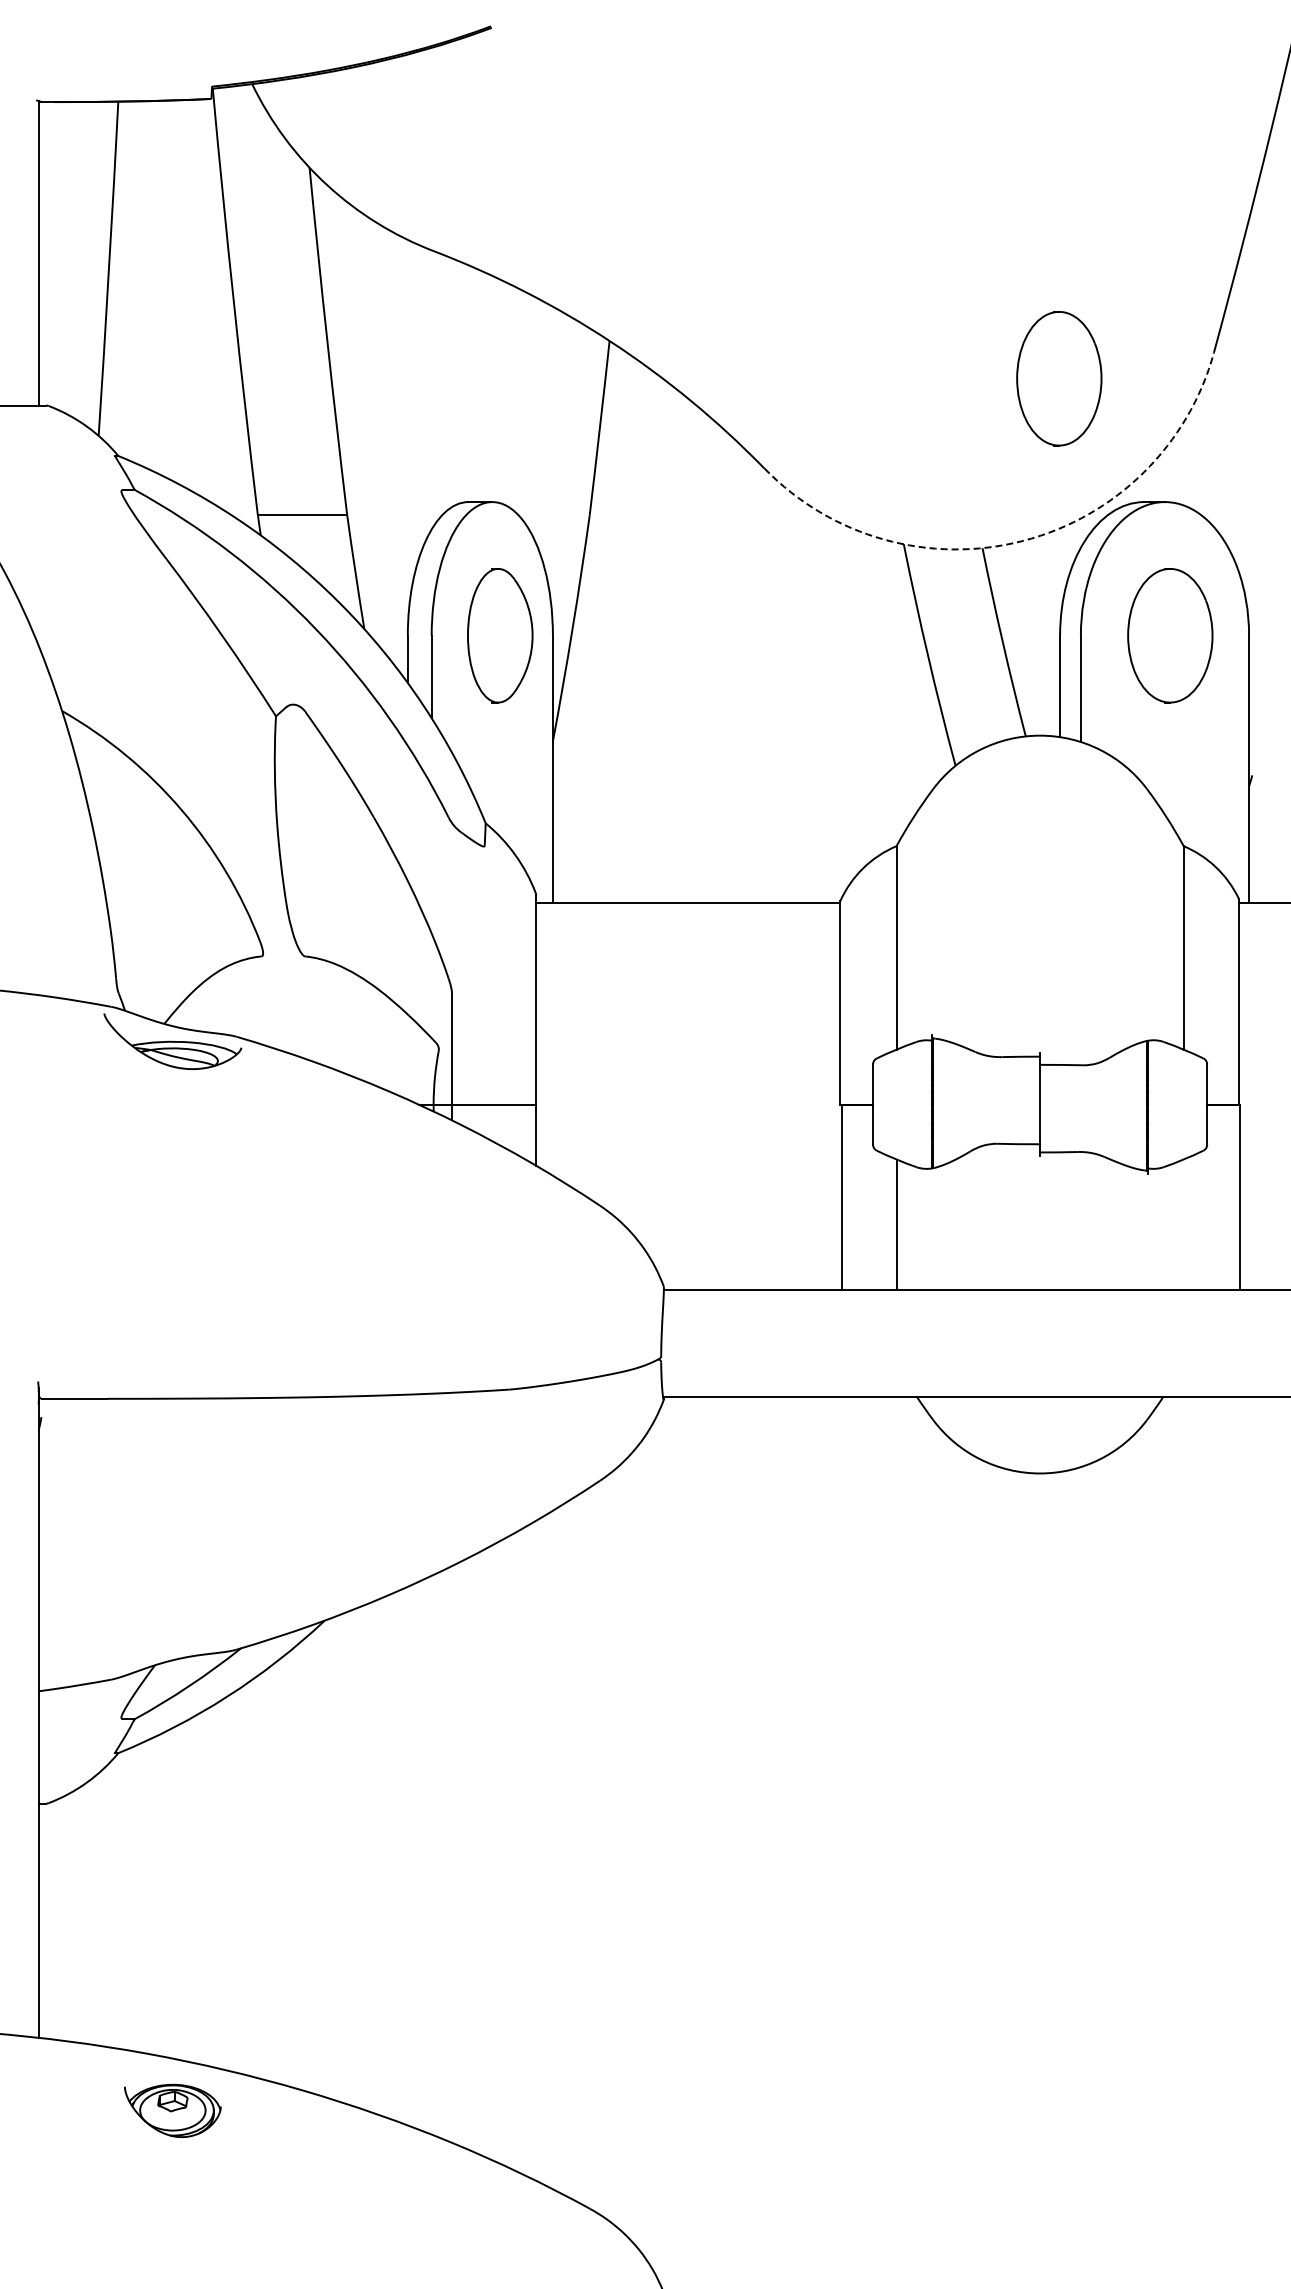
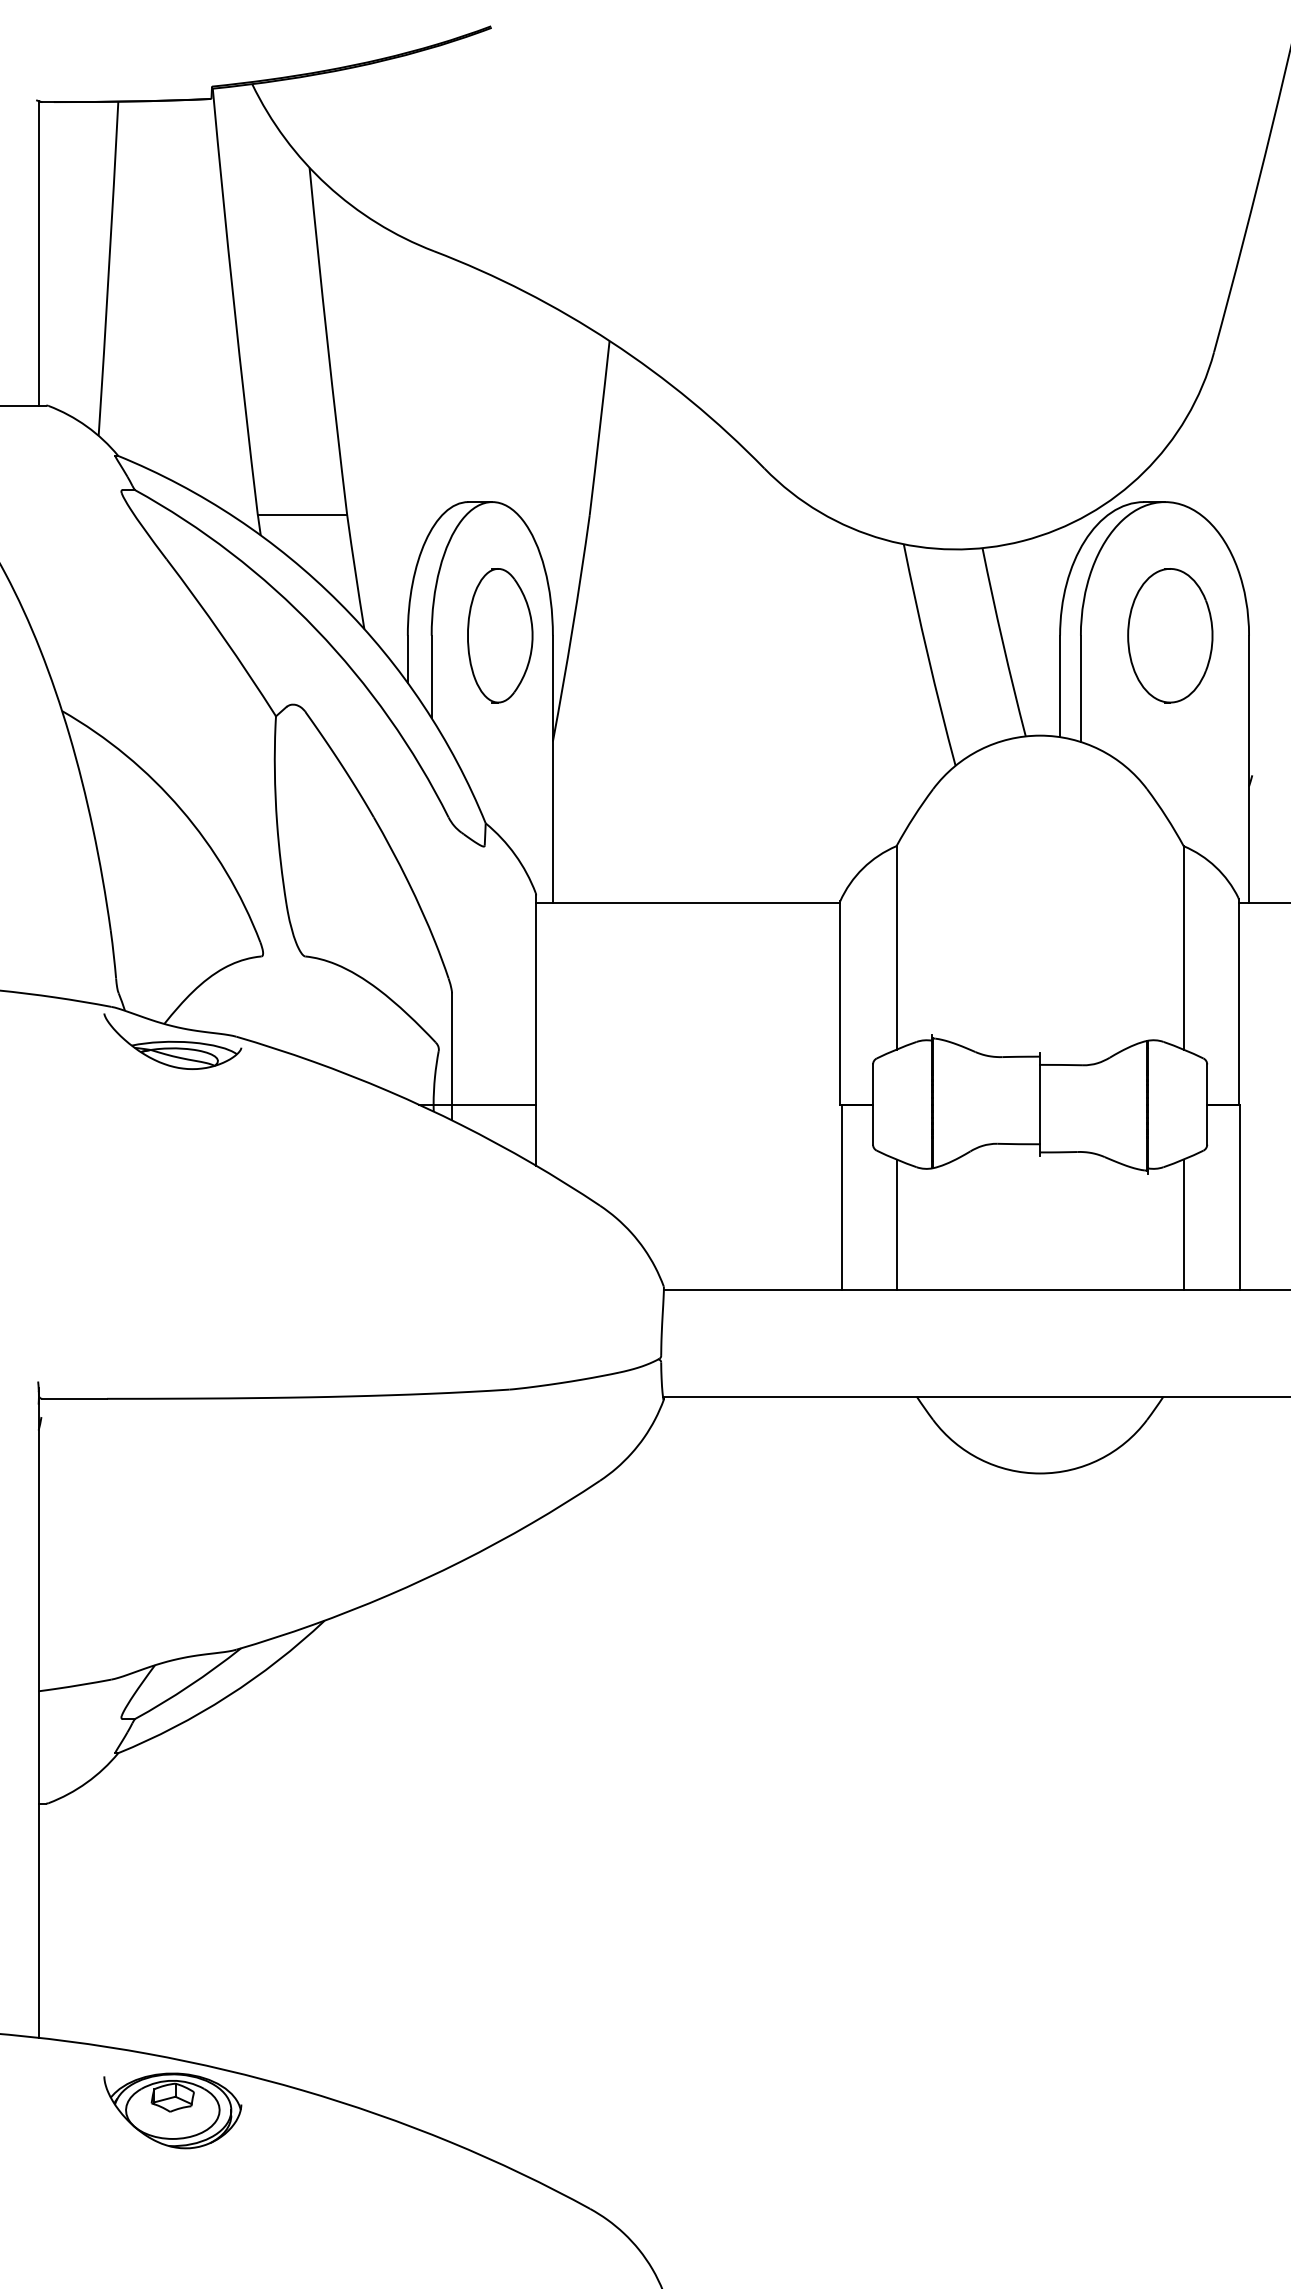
part at (1059, 378): present -> none
arc at (1023, 540): dashed -> solid
line at (1183, 1224): none -> present
part at (172, 2110) size: 98x55 px -> 140x78 px
